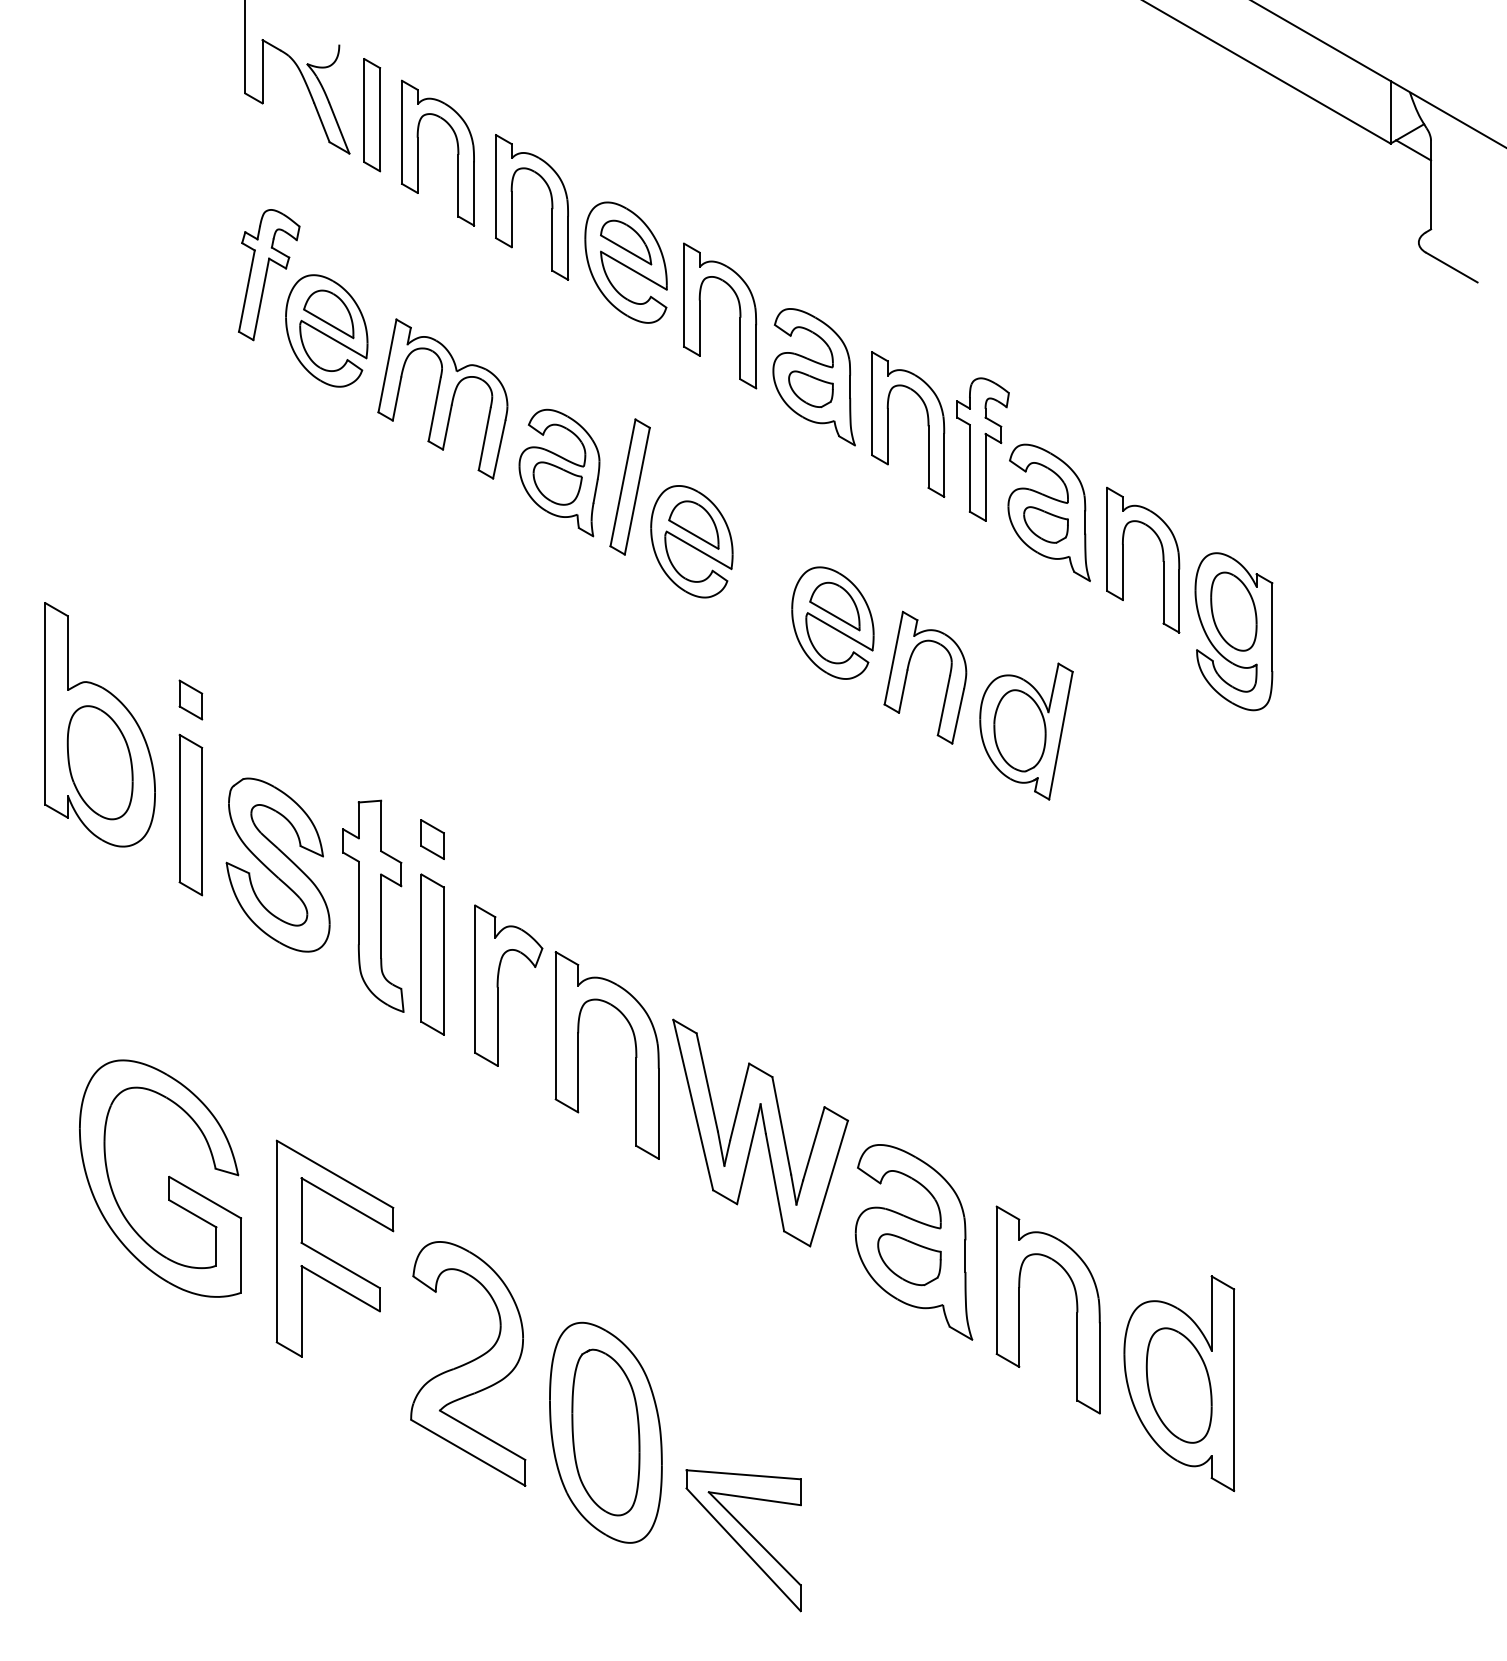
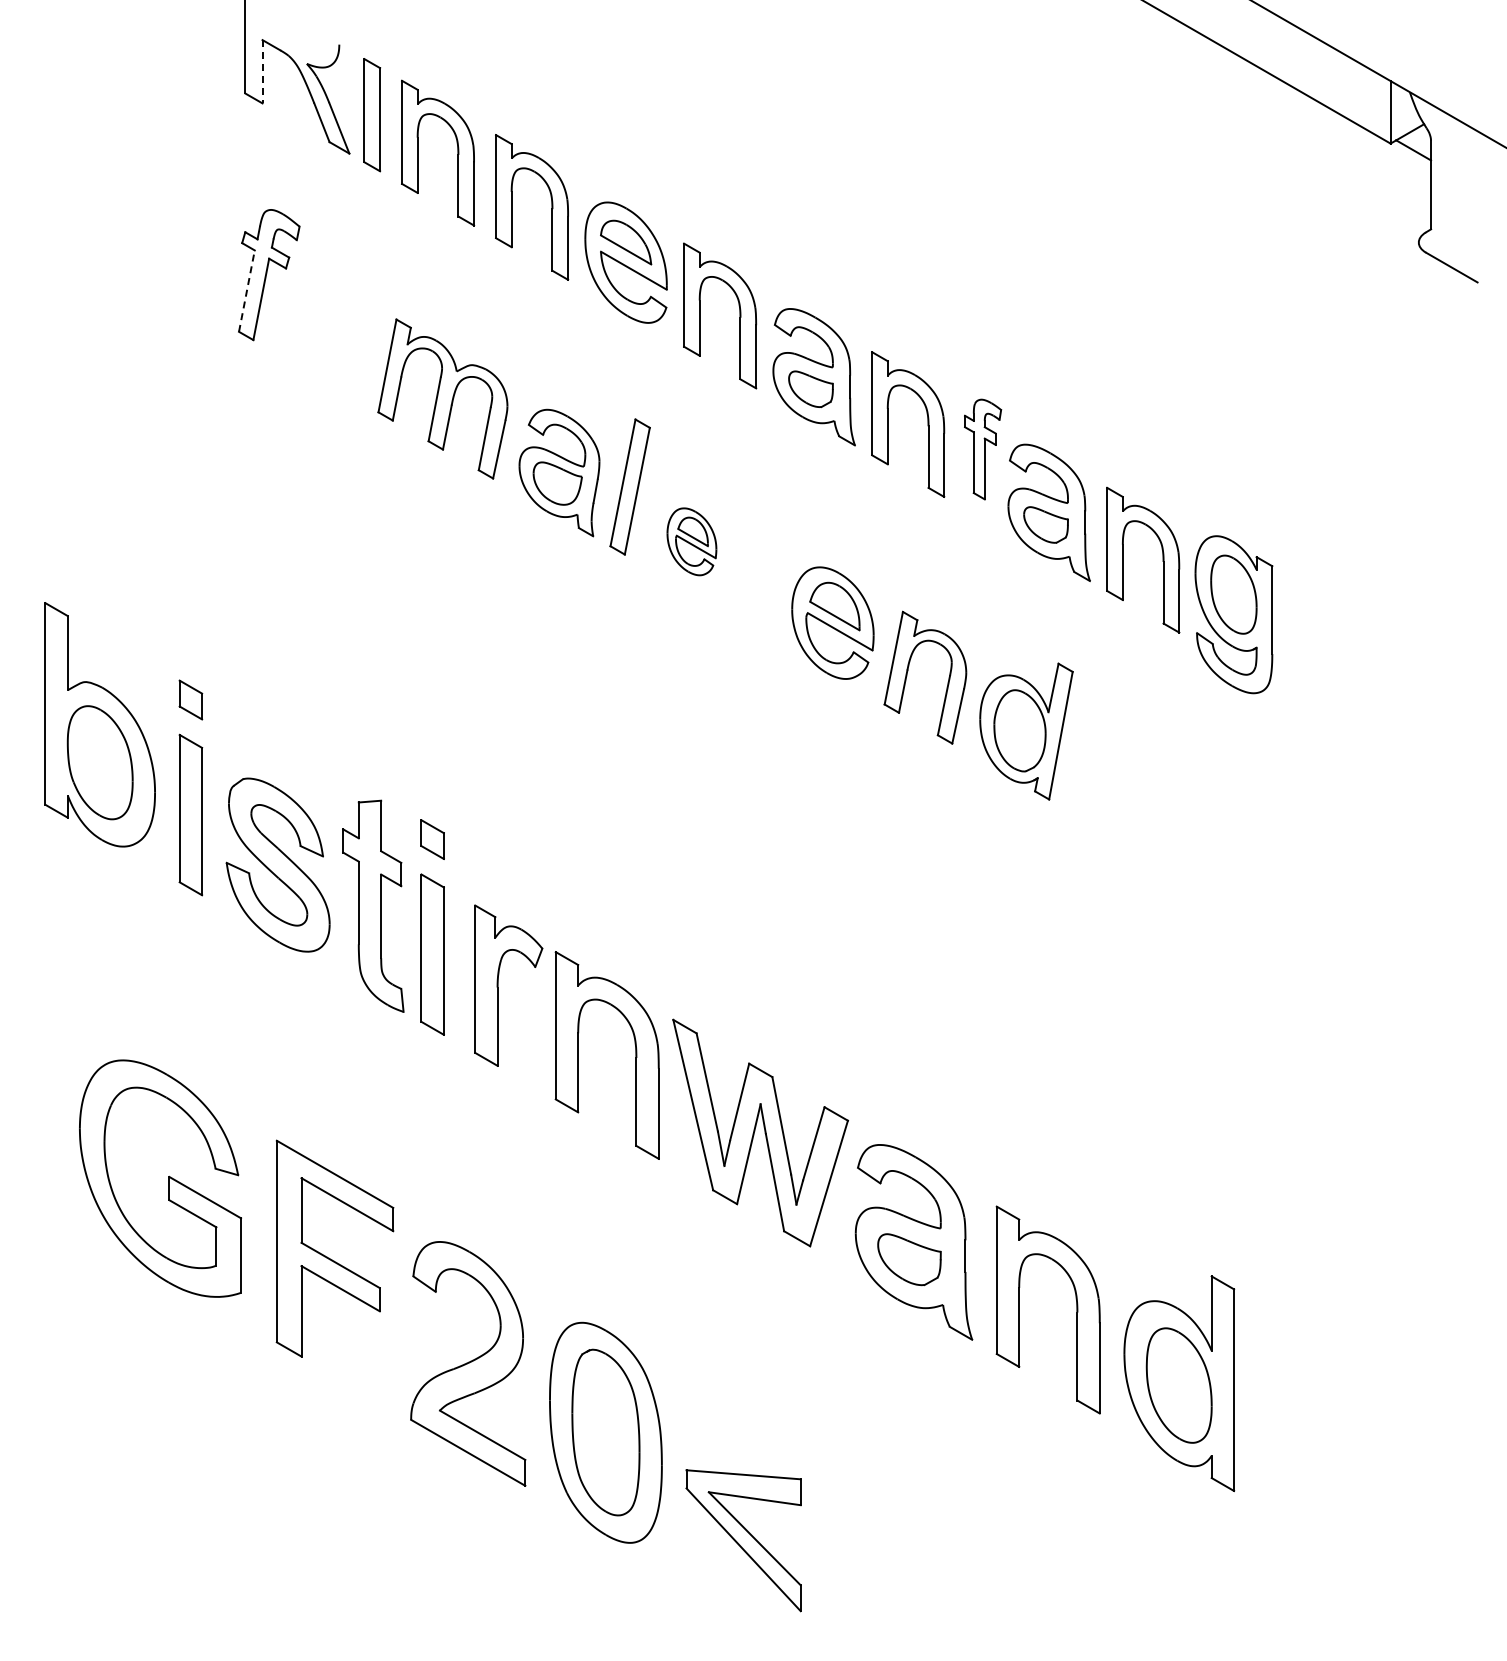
line at (262, 71): solid -> dashed
line at (247, 290): solid -> dashed
part at (326, 330): present -> none
part at (982, 449) size: 54x145 px -> 39x103 px
part at (691, 541) size: 84x114 px -> 52x70 px
part at (1233, 631) position: (1233, 631) -> (1233, 614)
